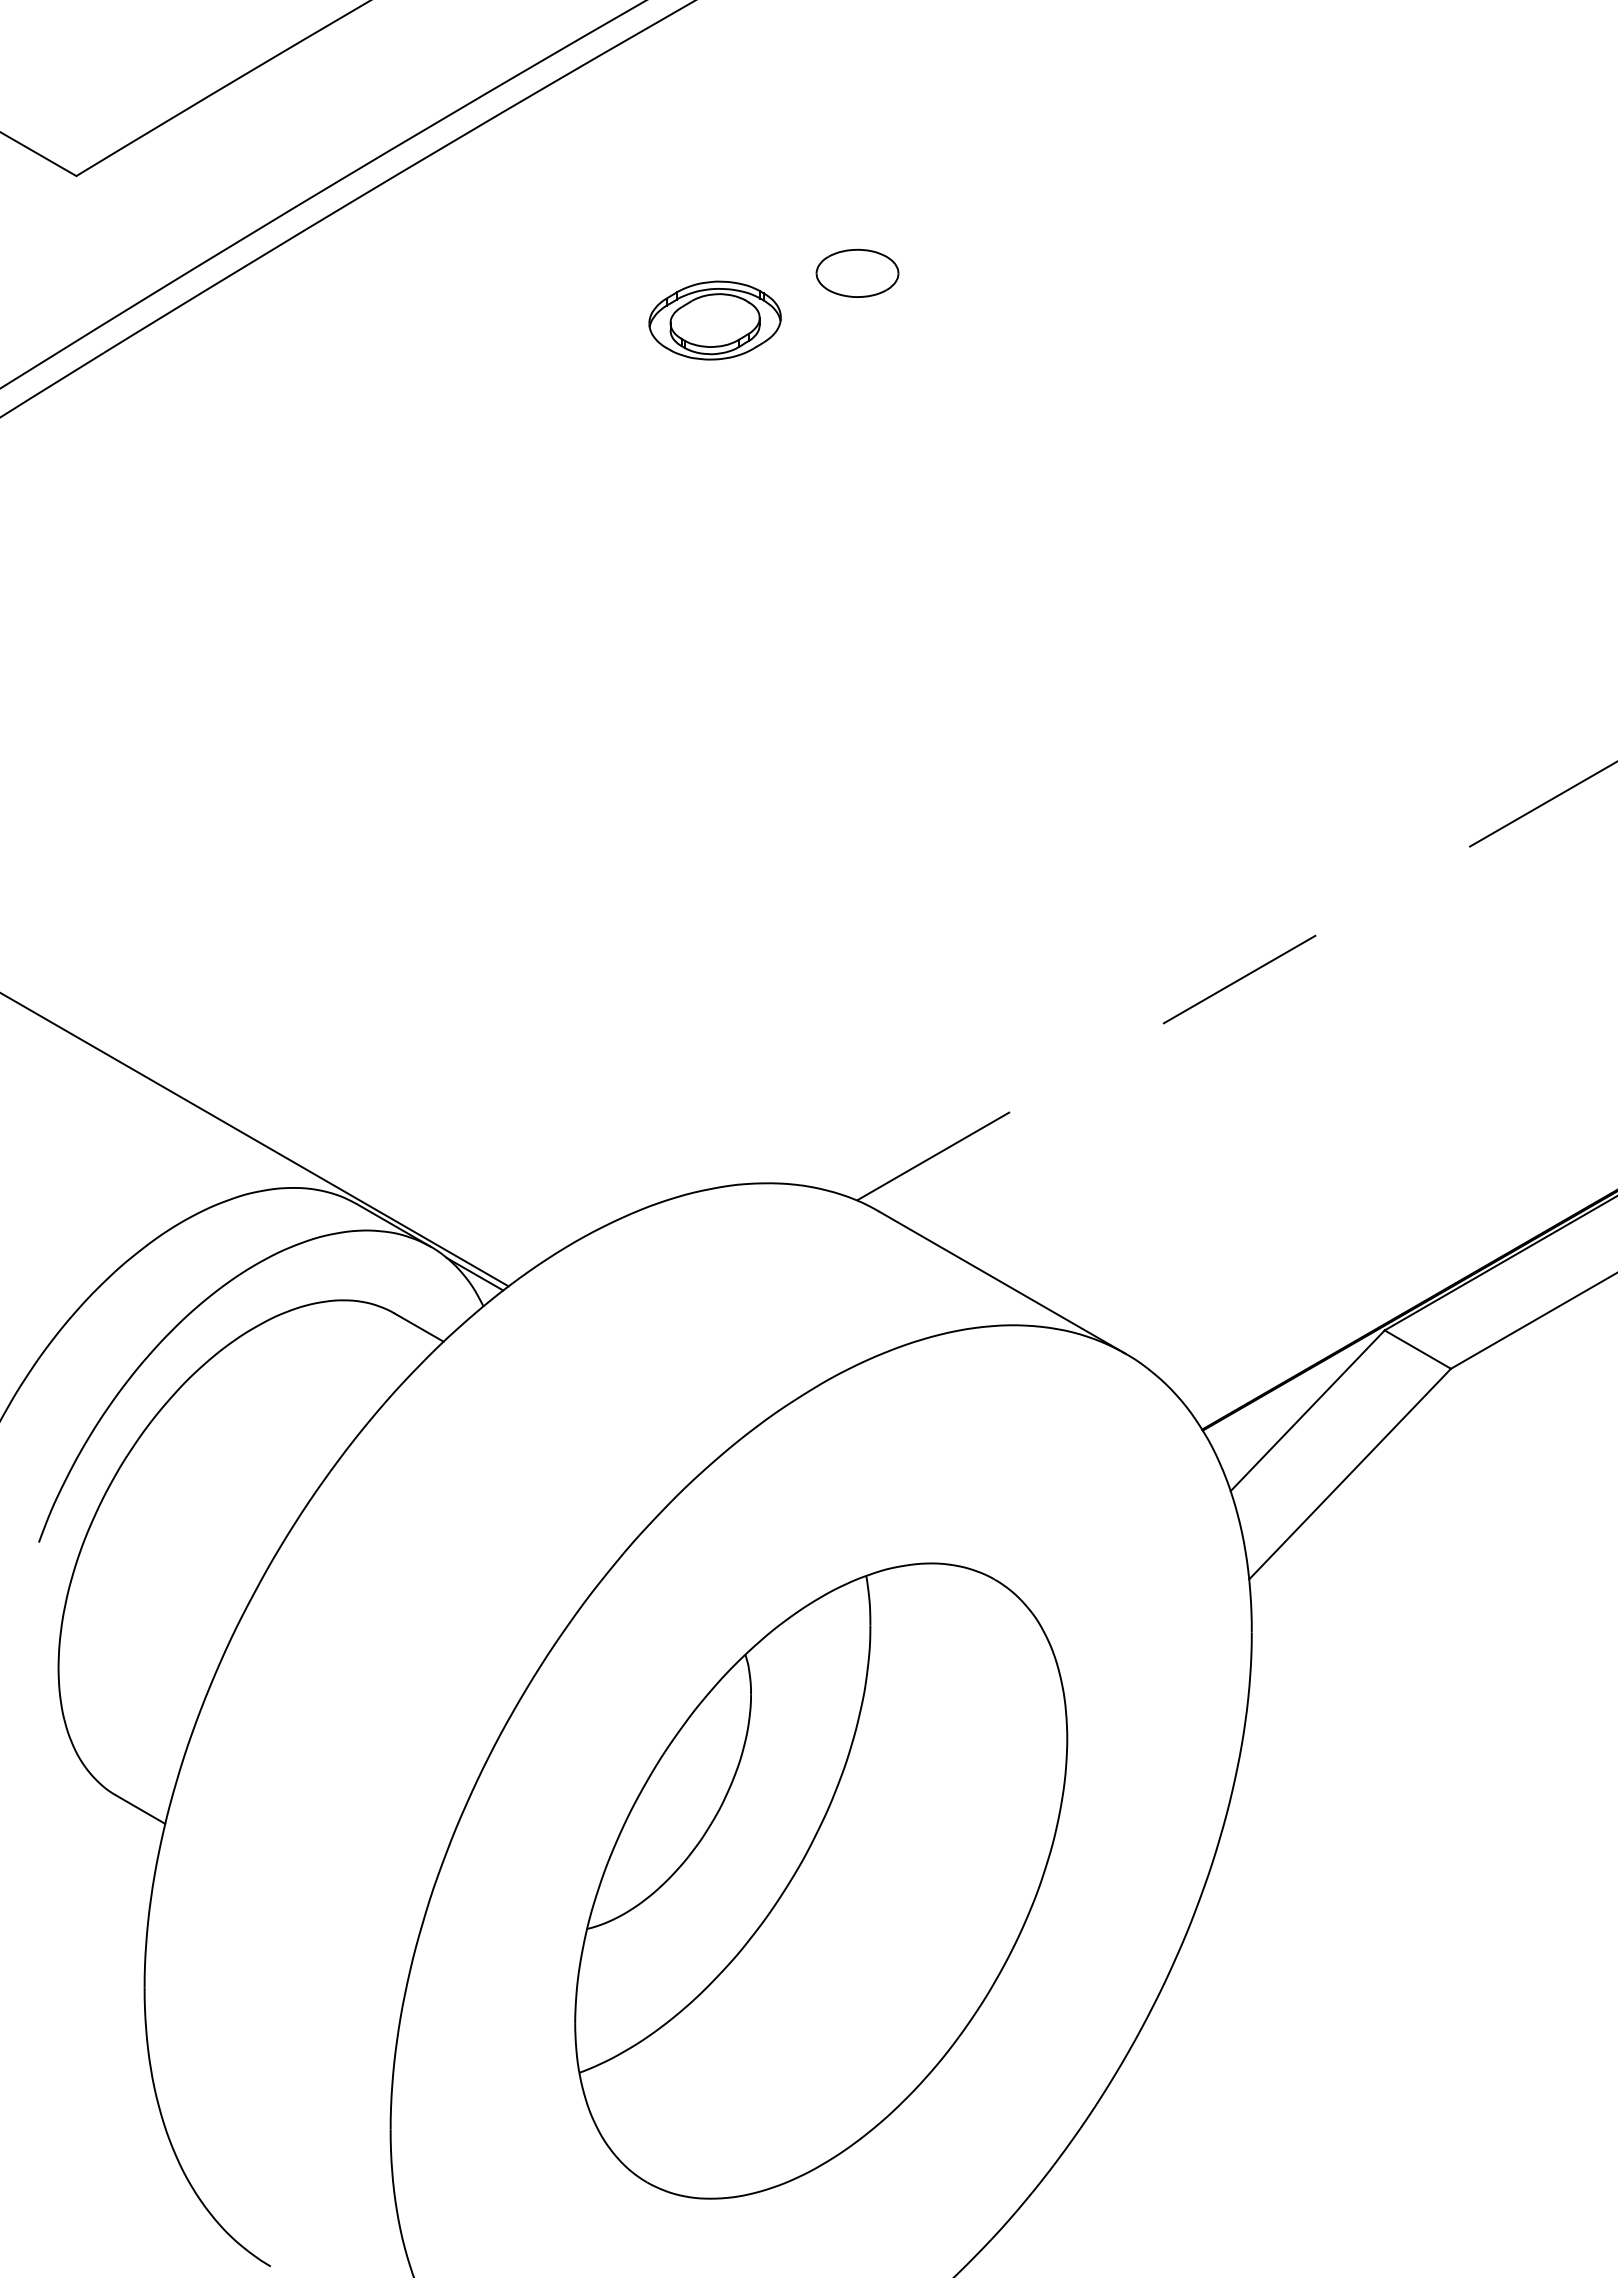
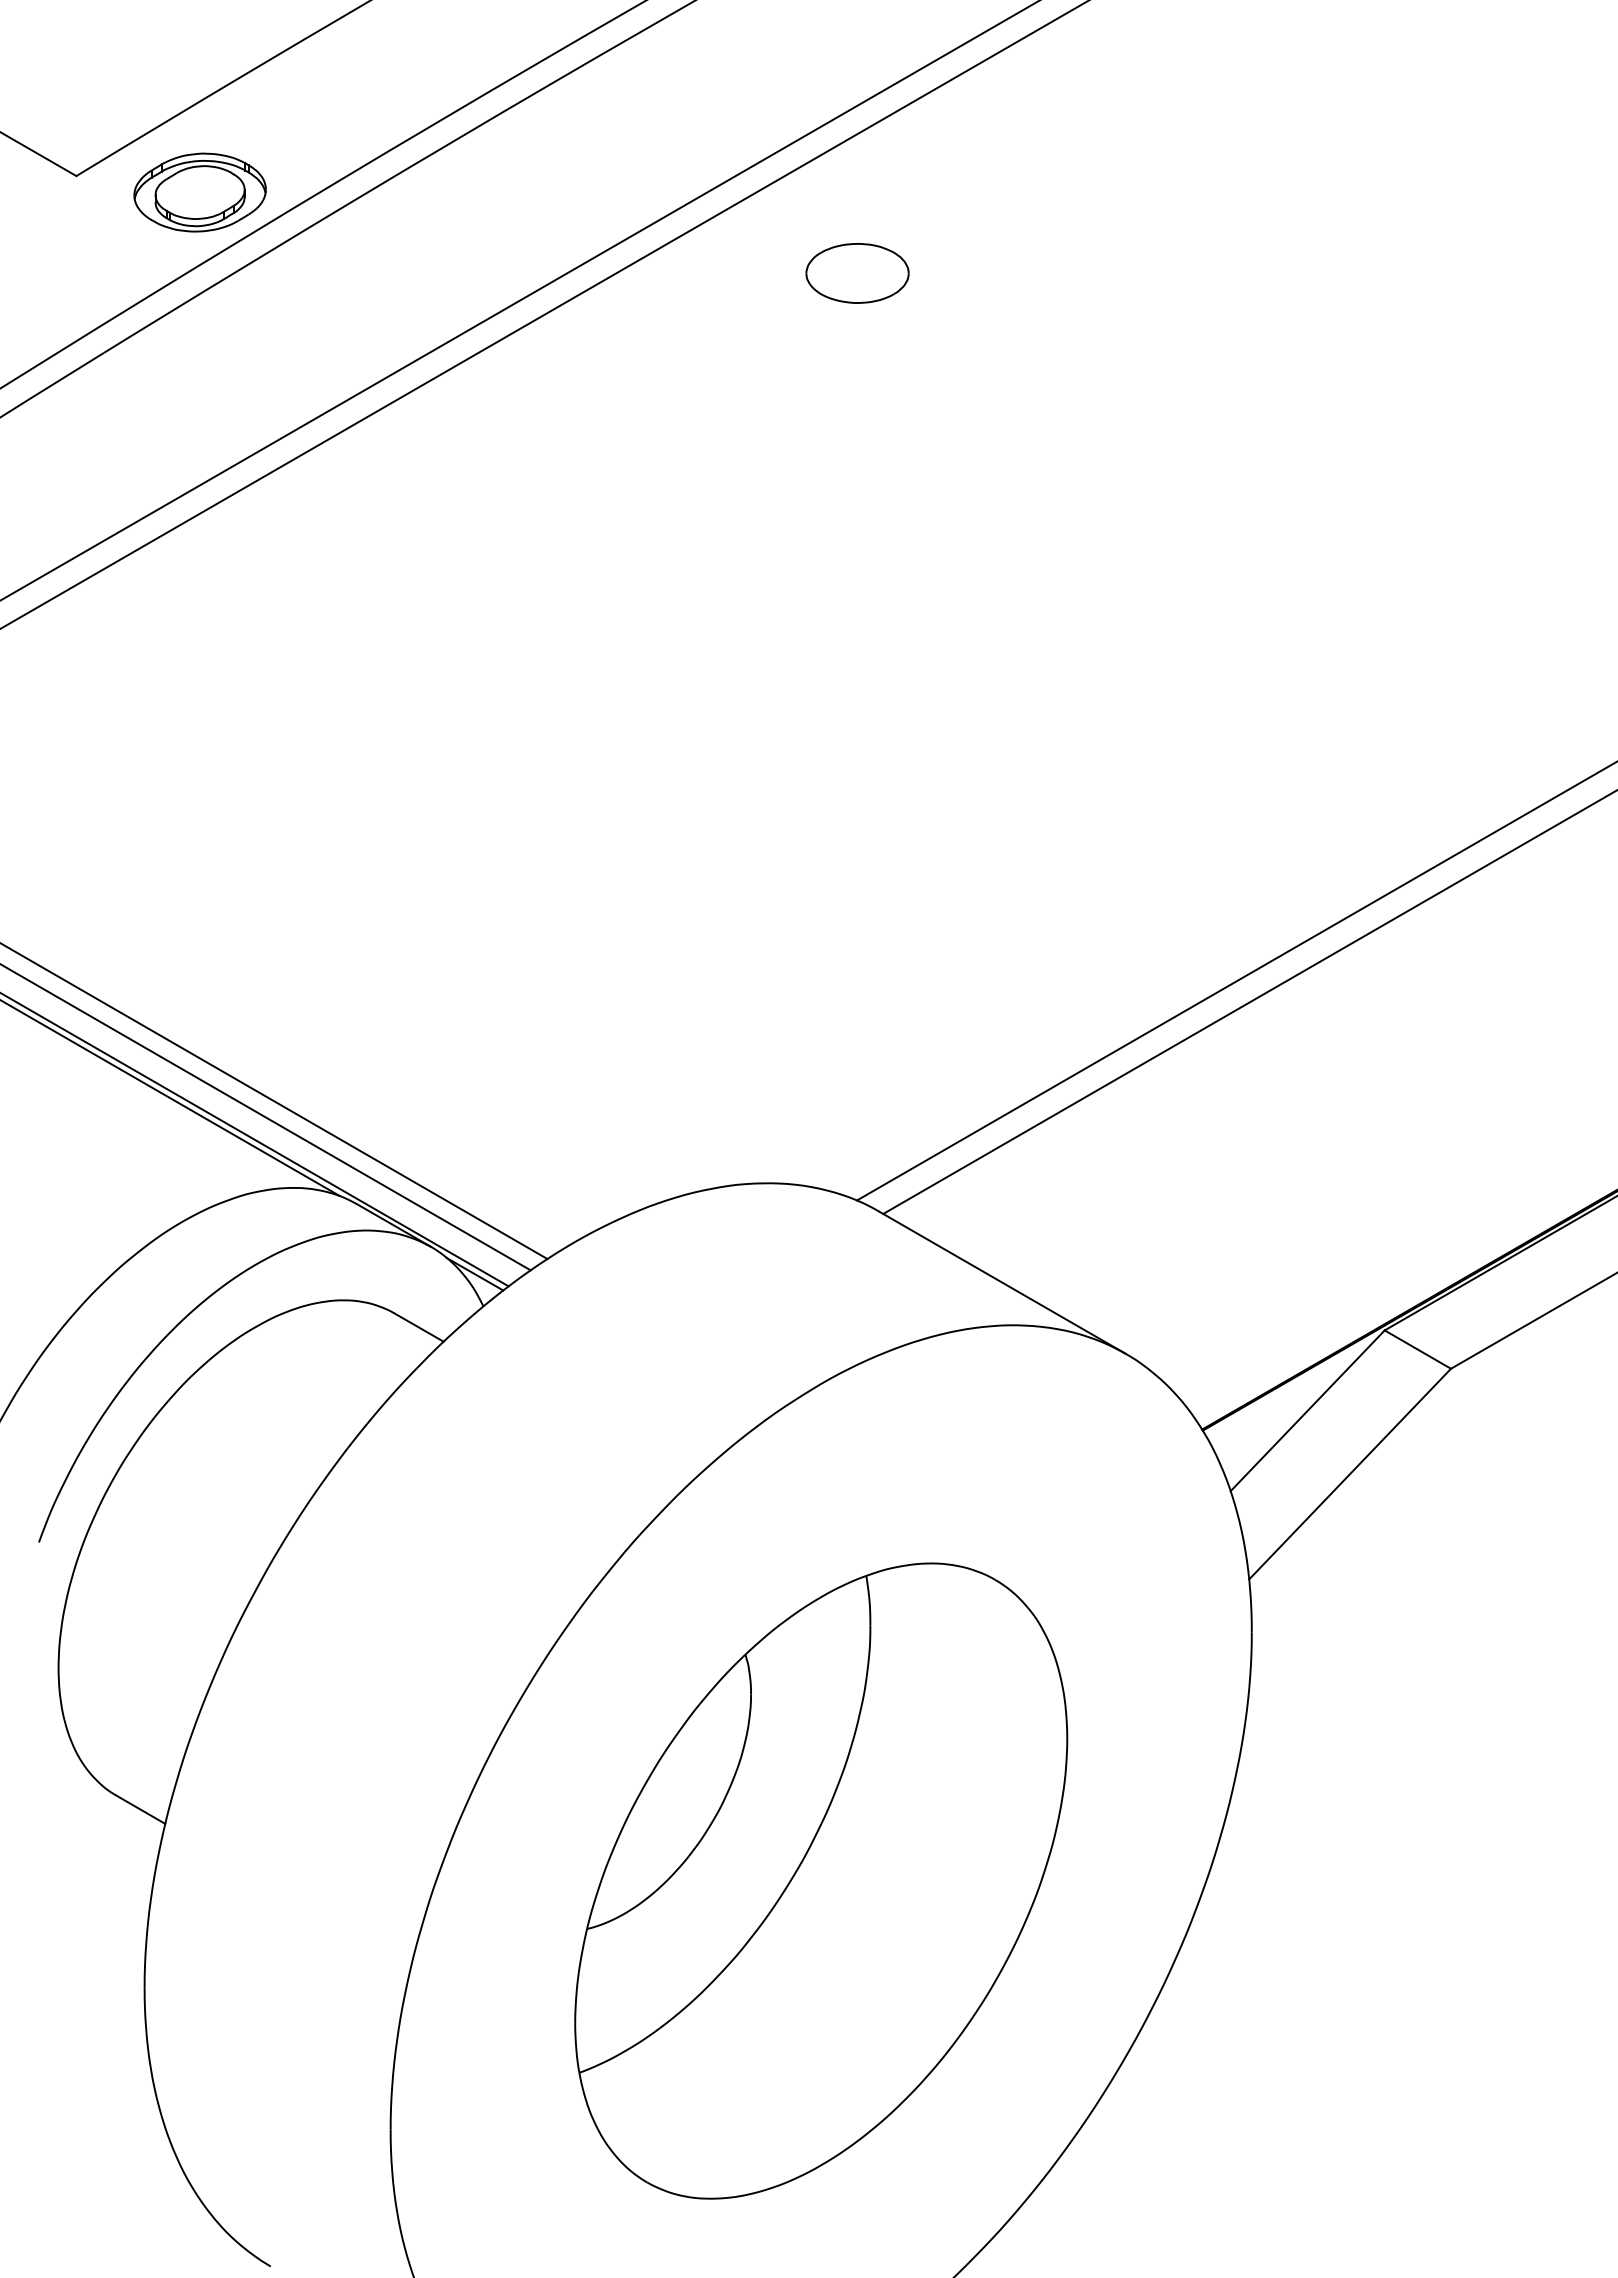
part at (857, 272) size: 85x50 px -> 105x61 px
line at (519, 300): none -> present
line at (543, 314): none -> present
part at (714, 320) position: (714, 320) -> (199, 192)
line at (1237, 981): dashed -> solid
line at (1248, 1002): none -> present
line at (170, 1098): none -> present
line at (274, 1101): none -> present
line at (266, 1117): none -> present
